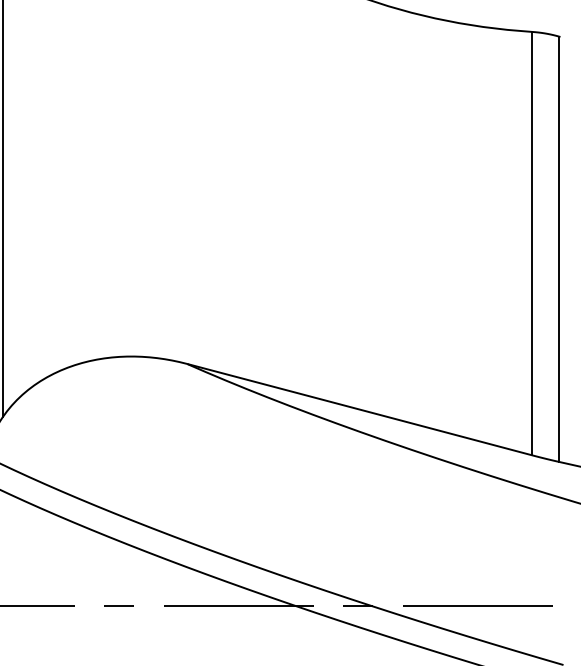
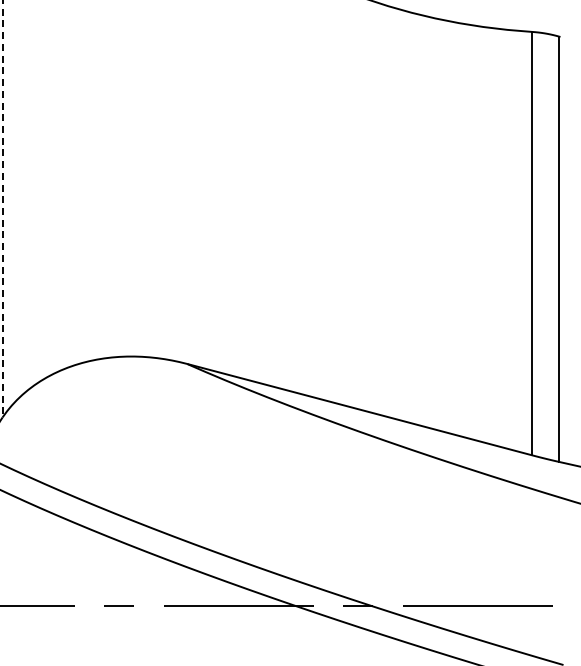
line at (2, 209): solid -> dashed
